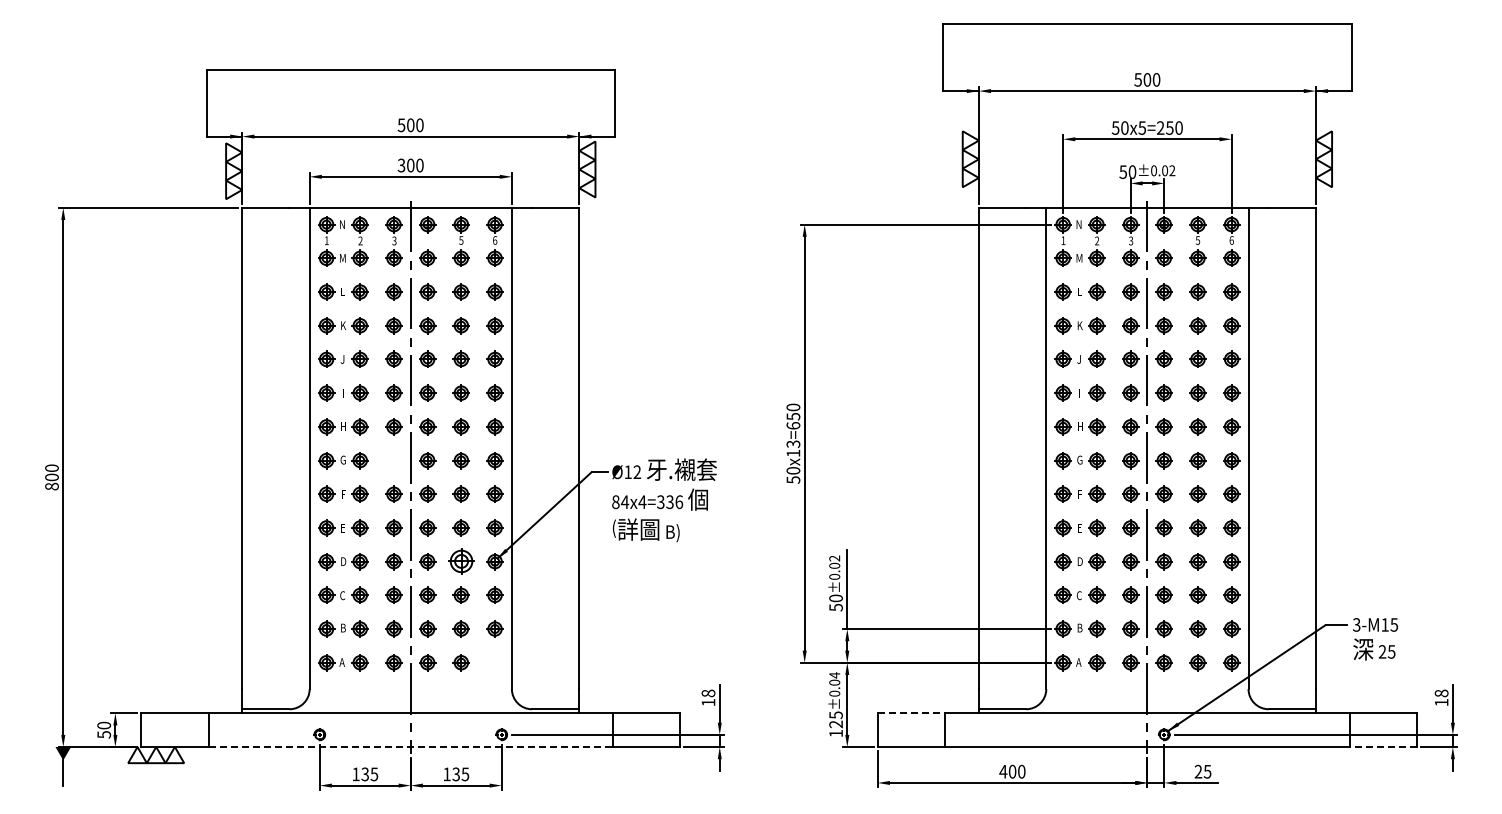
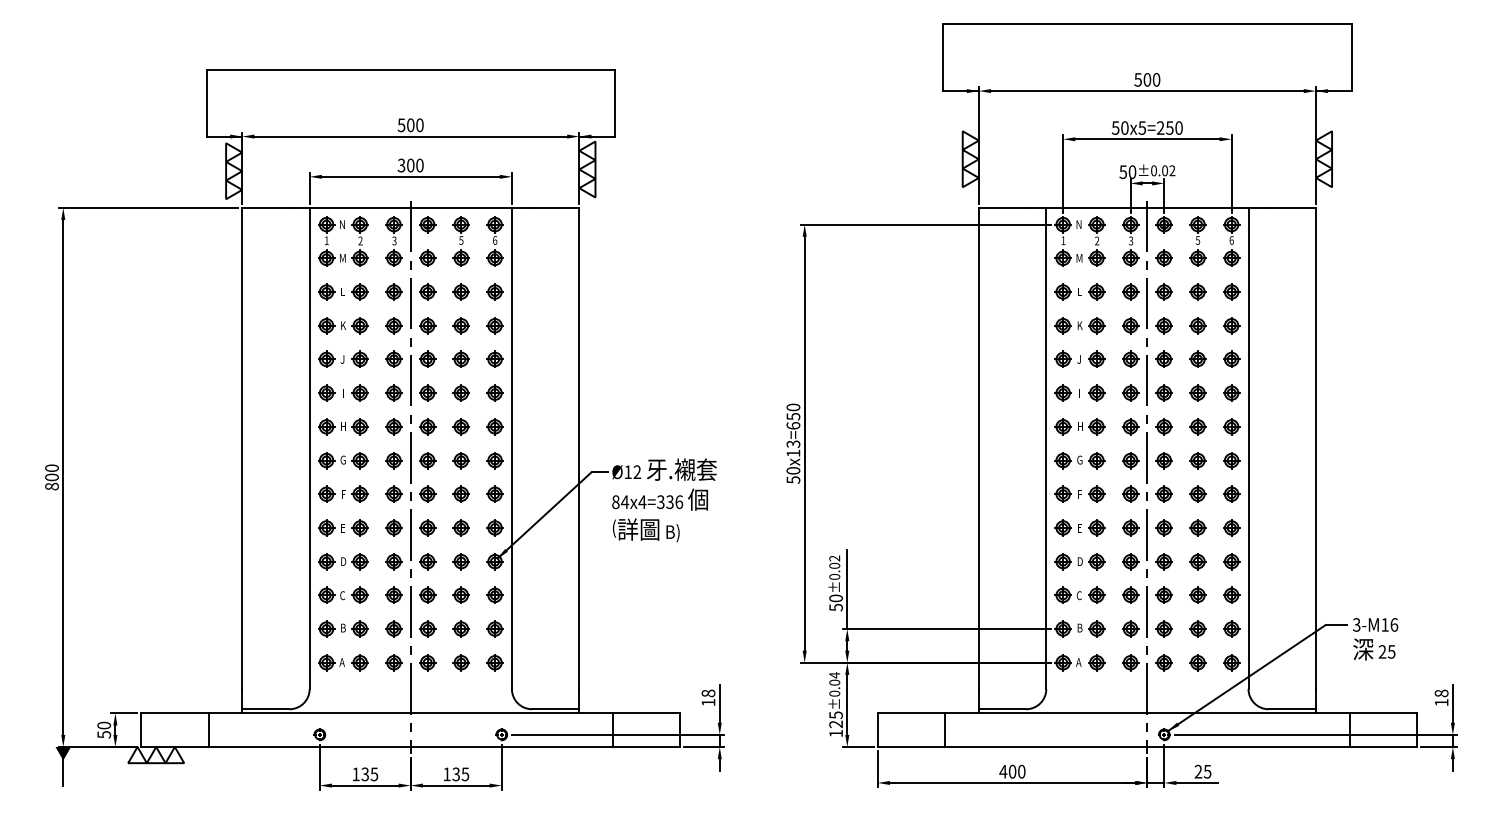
part at (393, 460): none -> present
part at (461, 561) size: 27x27 px -> 18x18 px
text at (1394, 624): 3-M15 -> 3-M16
part at (494, 662): none -> present
line at (911, 713): dashed -> solid
line at (411, 747): dashed -> solid
line at (1383, 747): dashed -> solid
